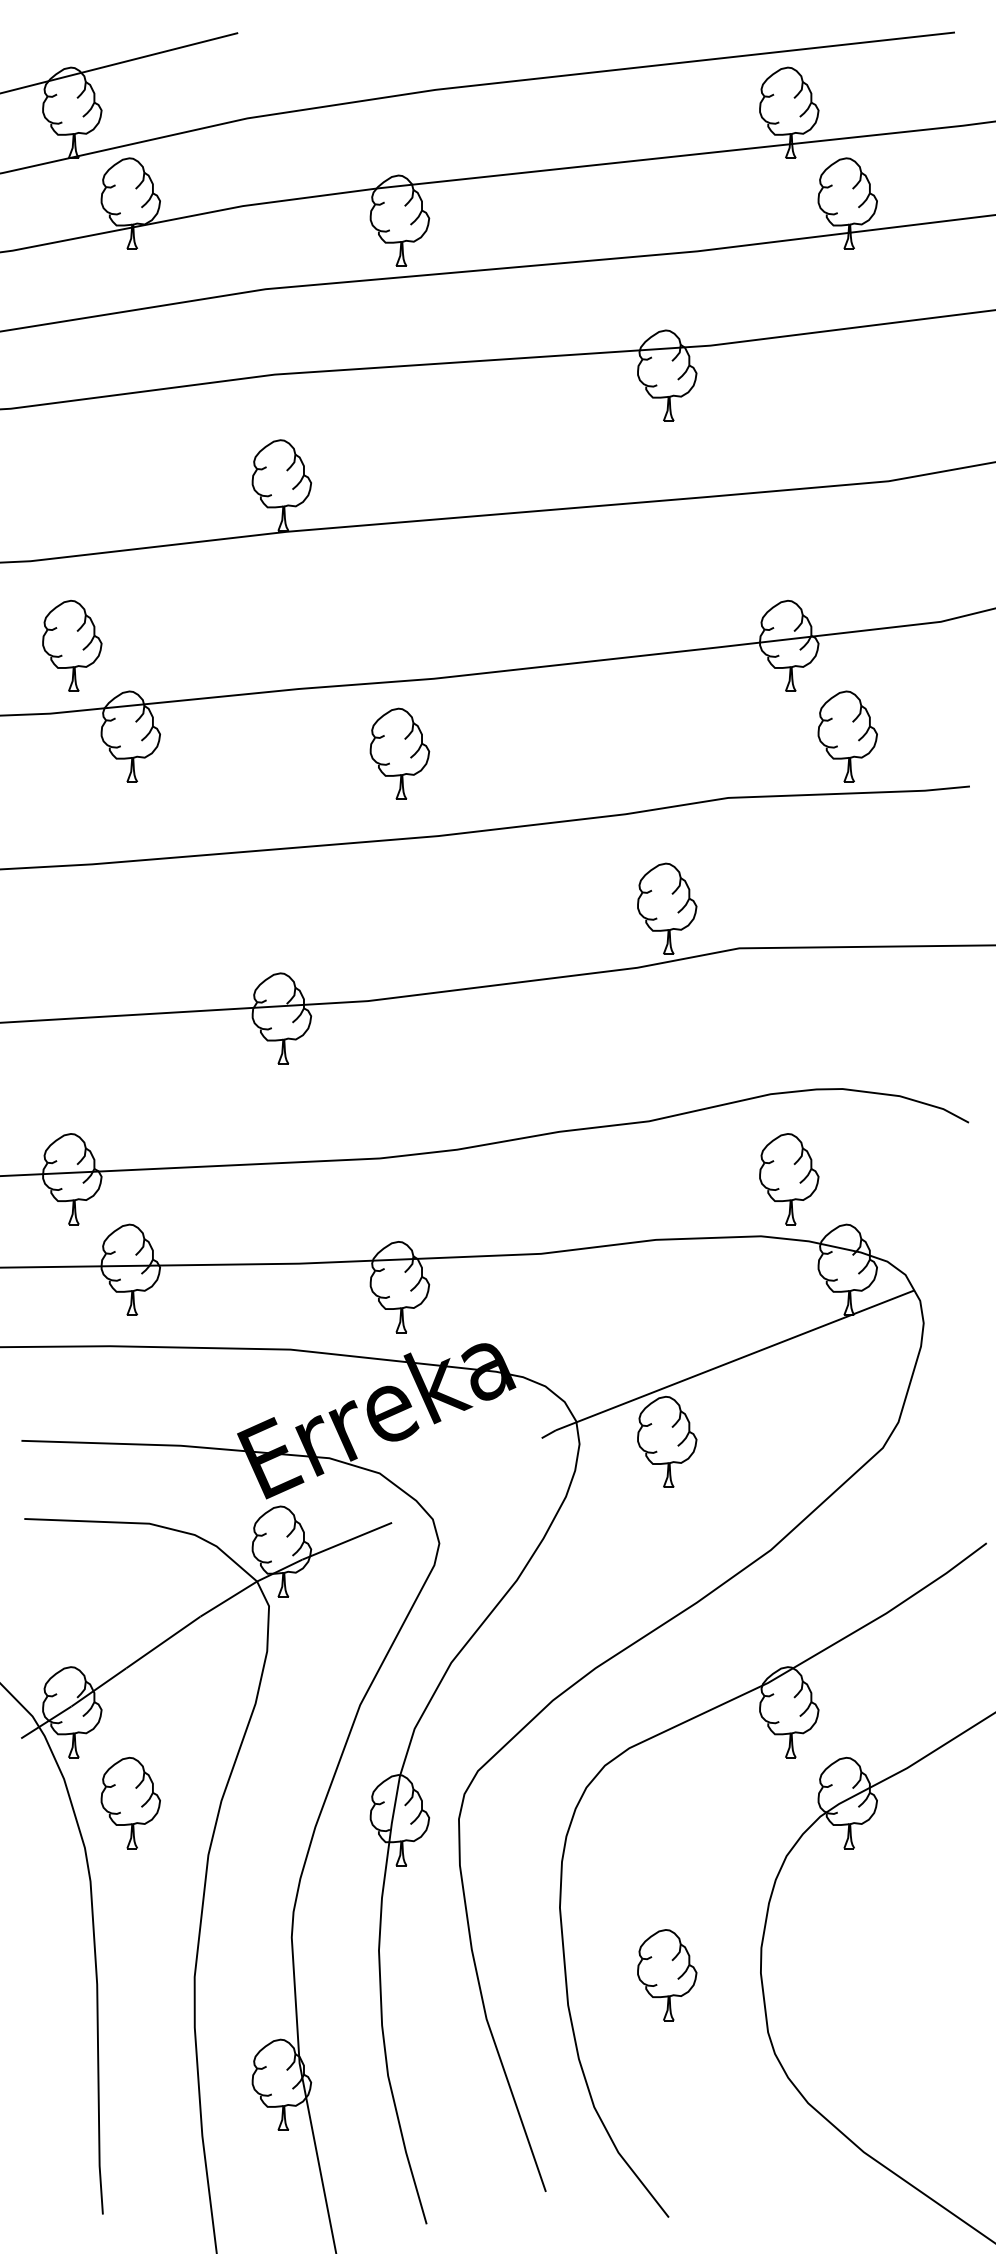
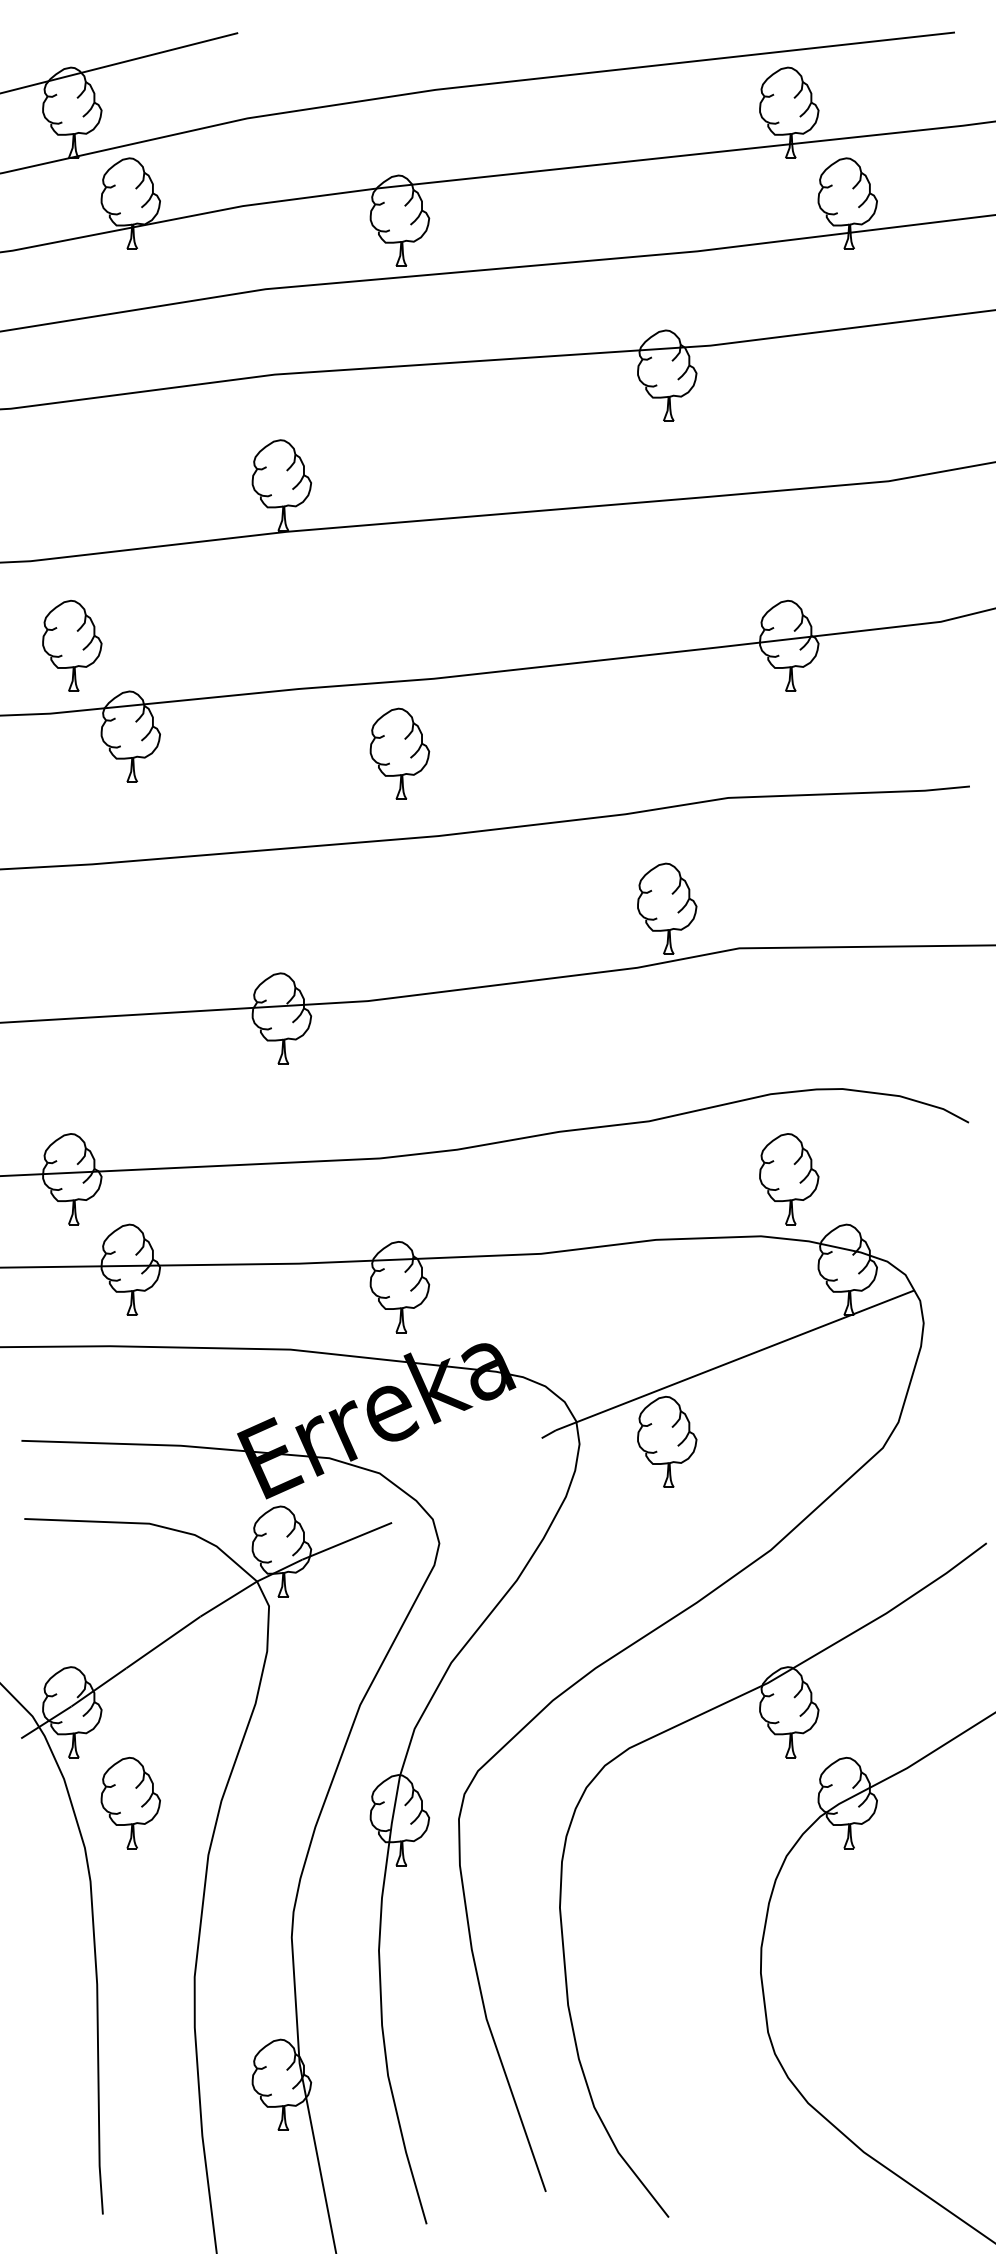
part at (847, 736): present -> none
part at (667, 1975): present -> none
